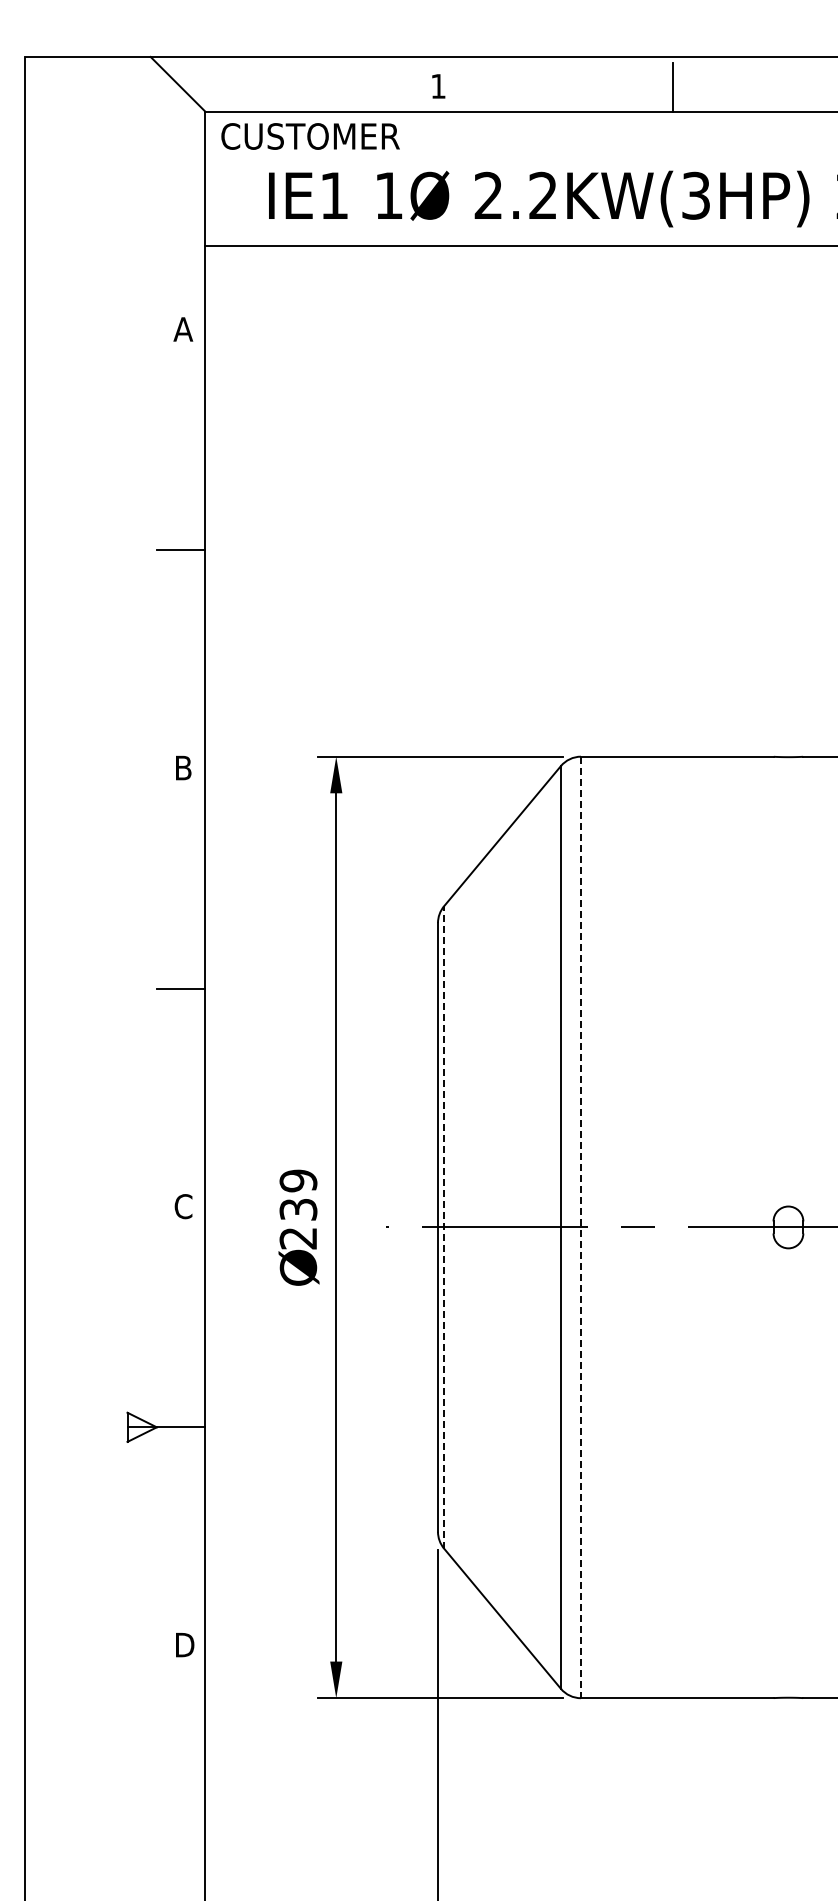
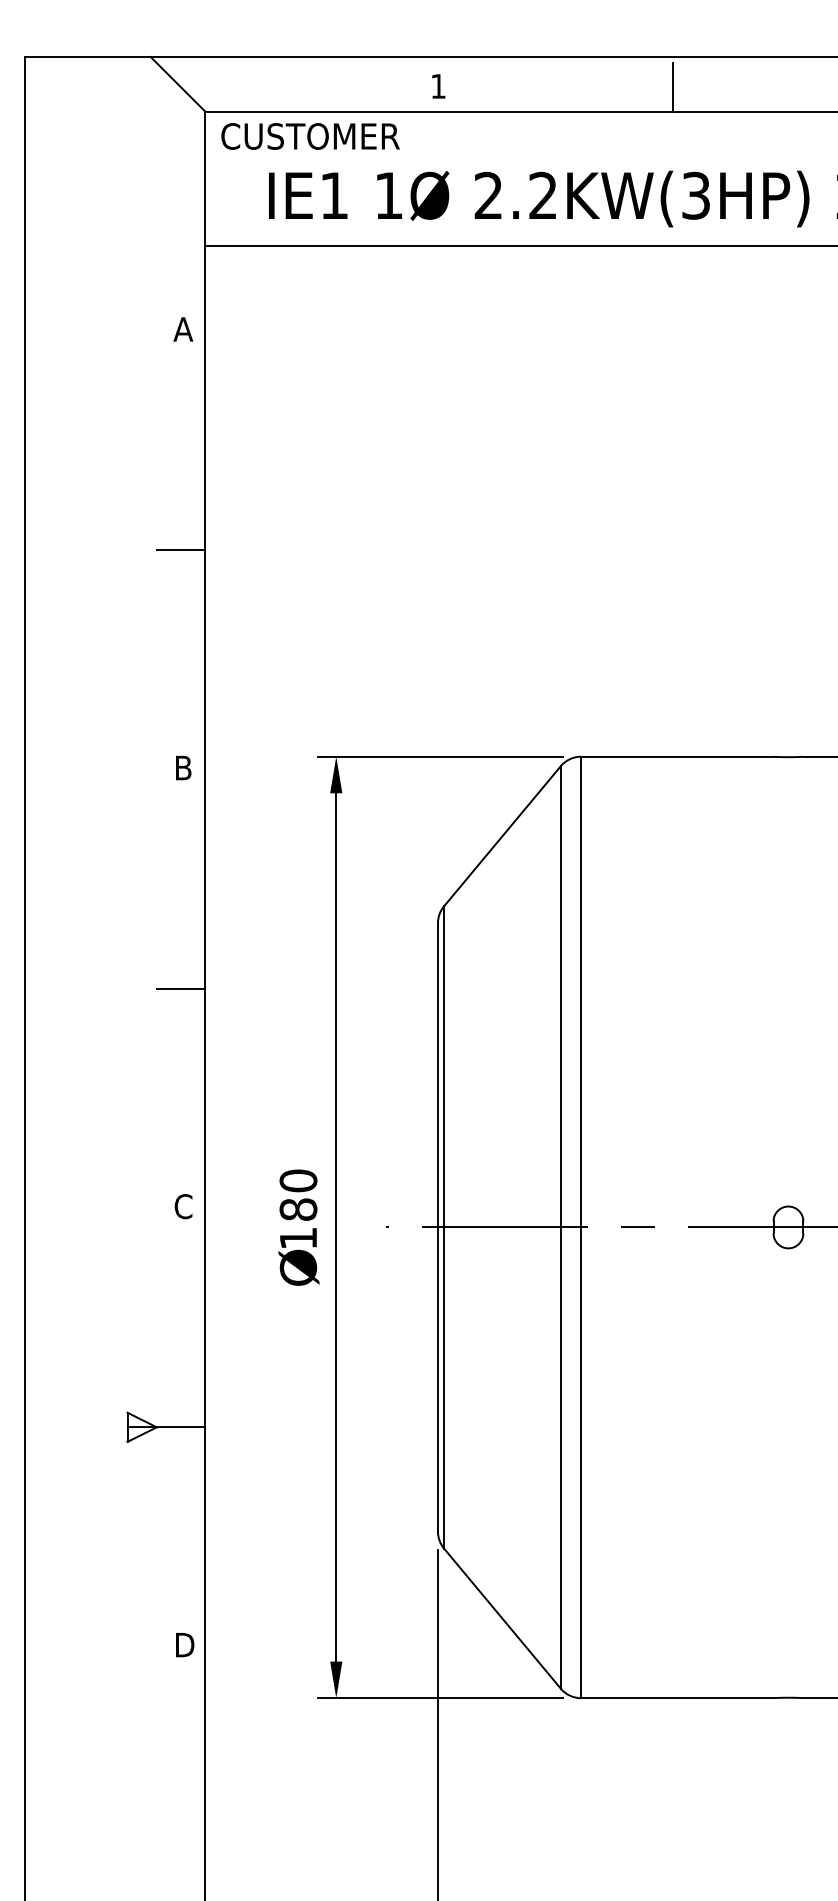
text at (298, 1209): 239 -> 180
line at (444, 1226): dashed -> solid
line at (581, 1227): dashed -> solid
